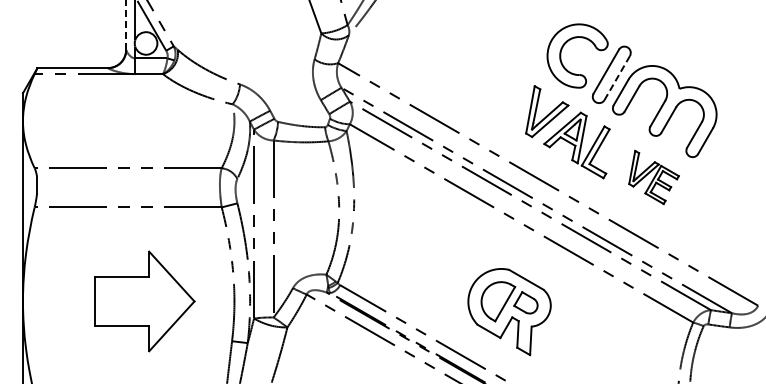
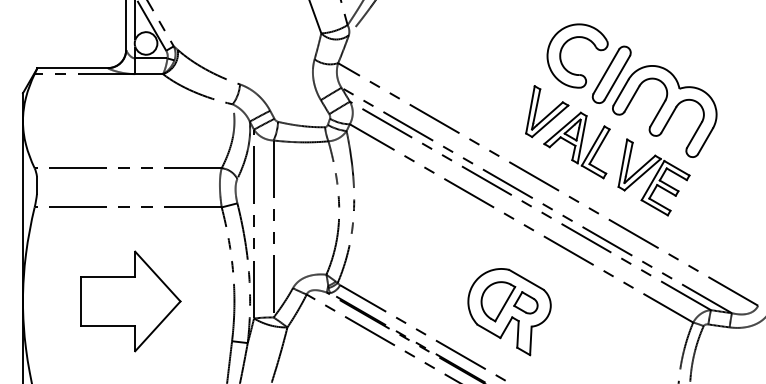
line at (126, 25): dashed -> solid
line at (617, 78): dashed -> solid
part at (653, 176) size: 52x56 px -> 74x79 px
part at (144, 301) position: (144, 301) -> (130, 301)
